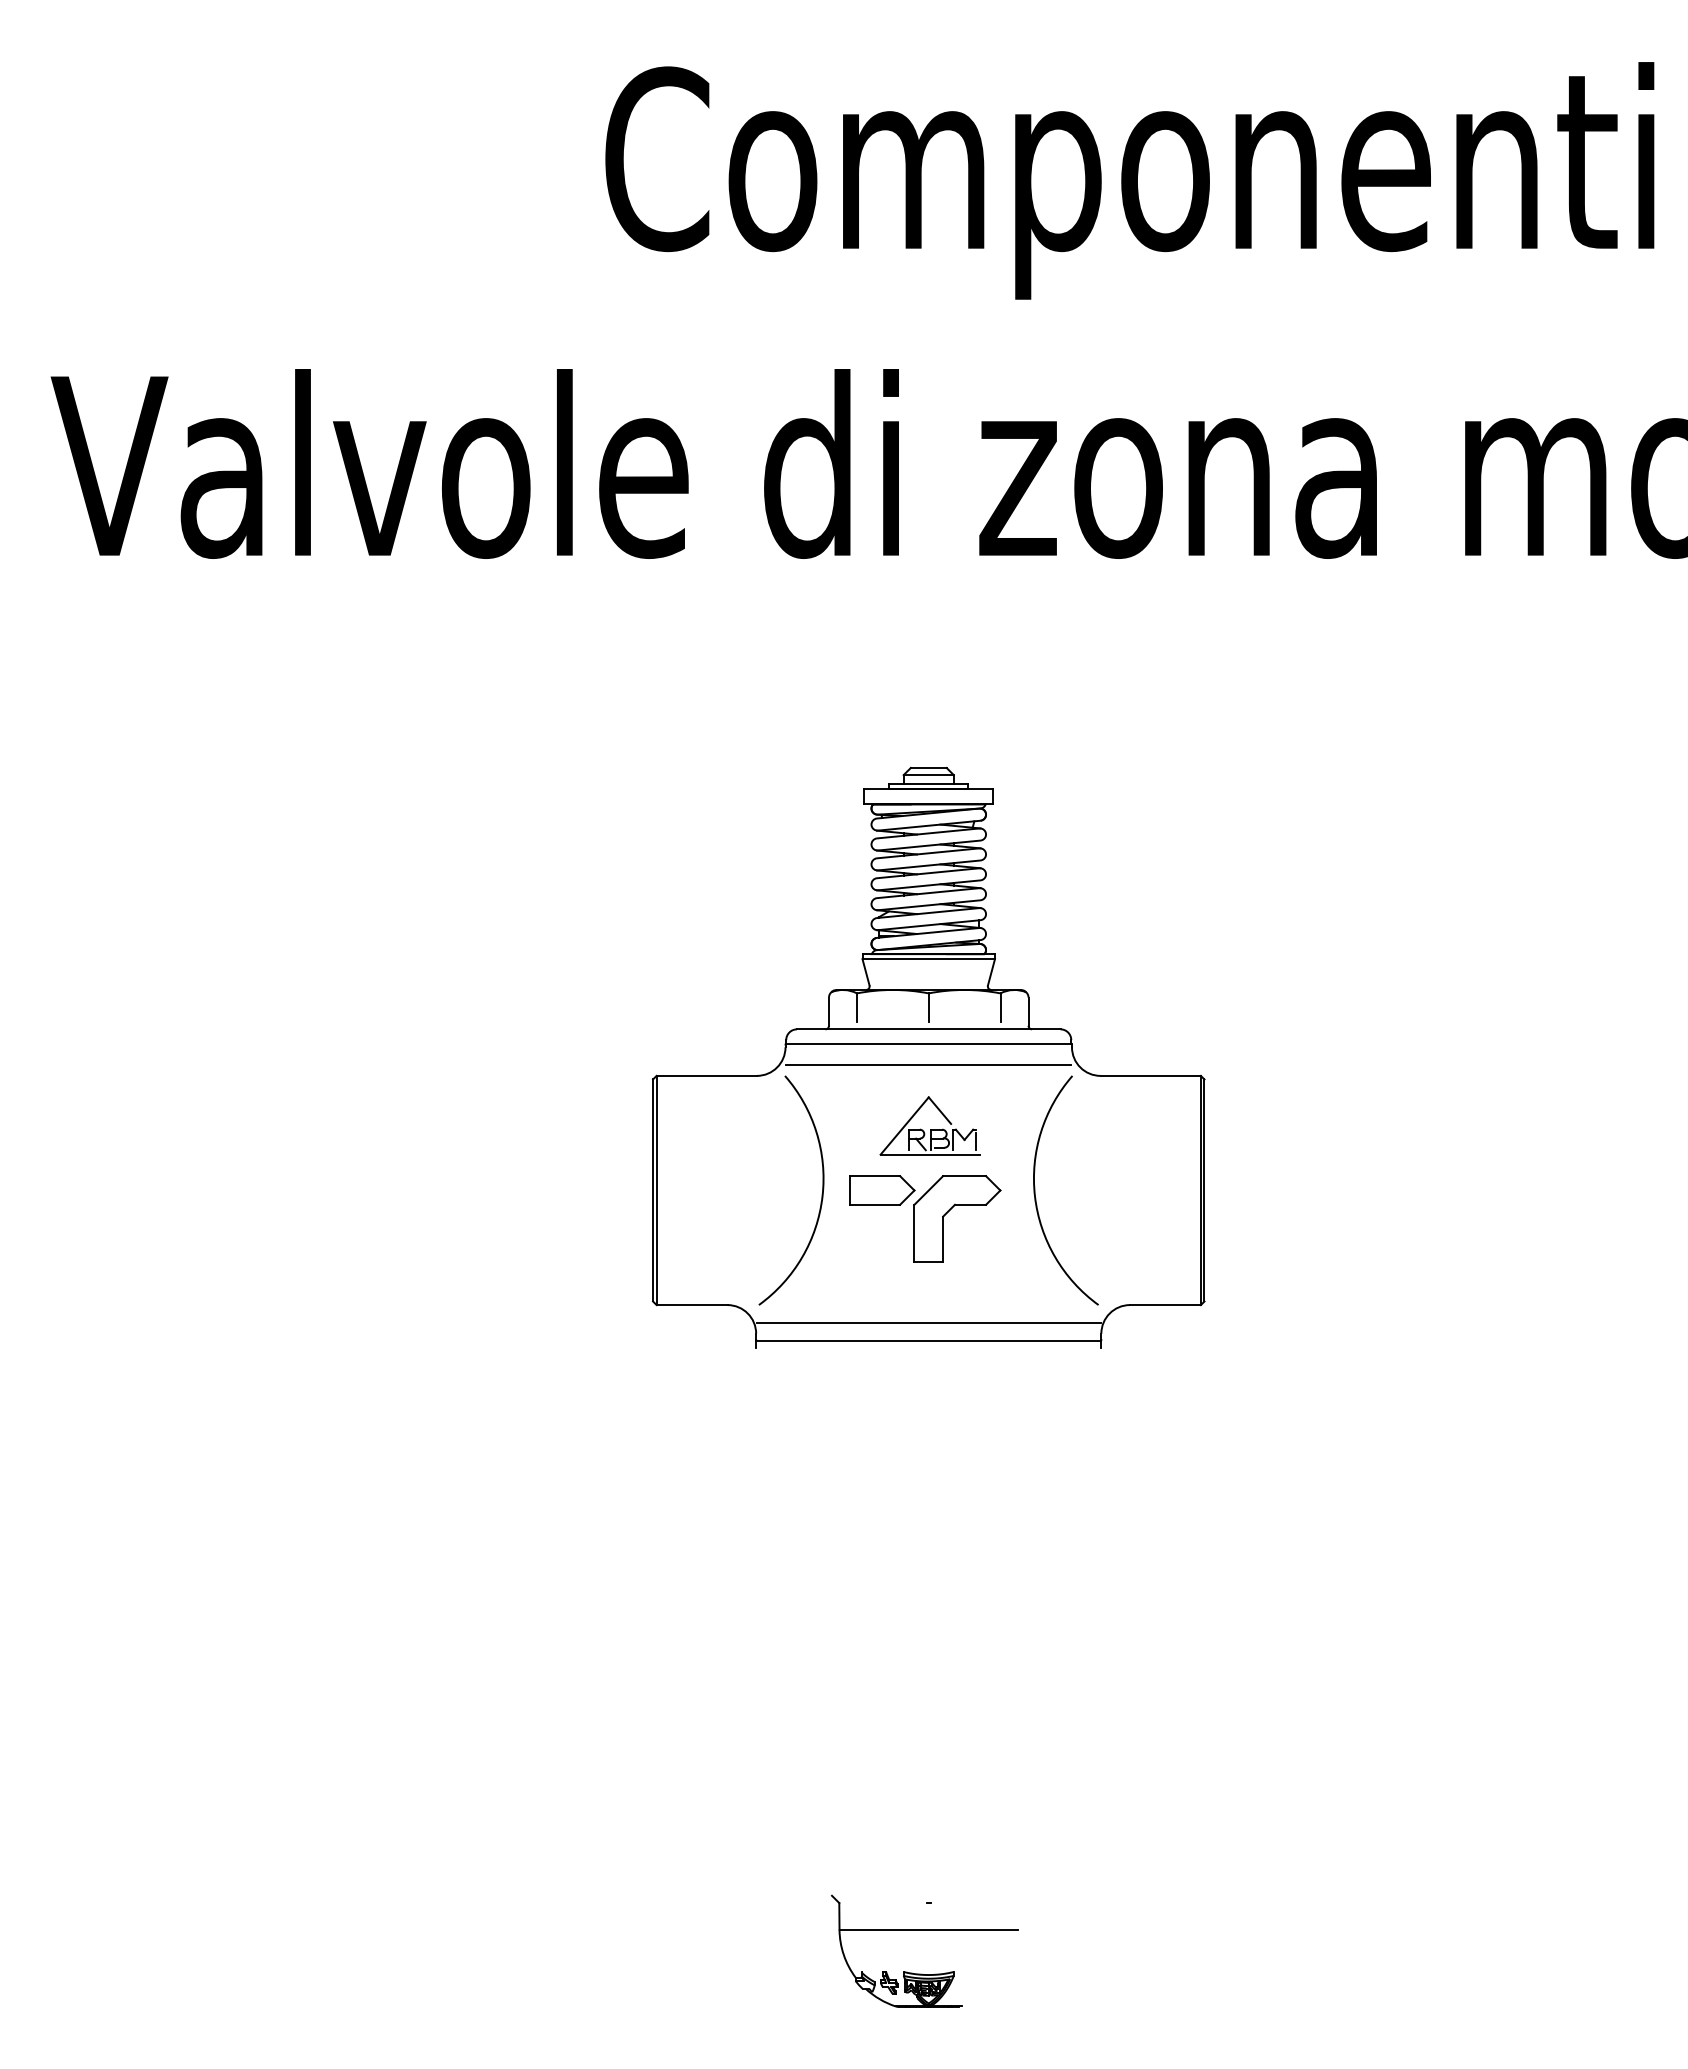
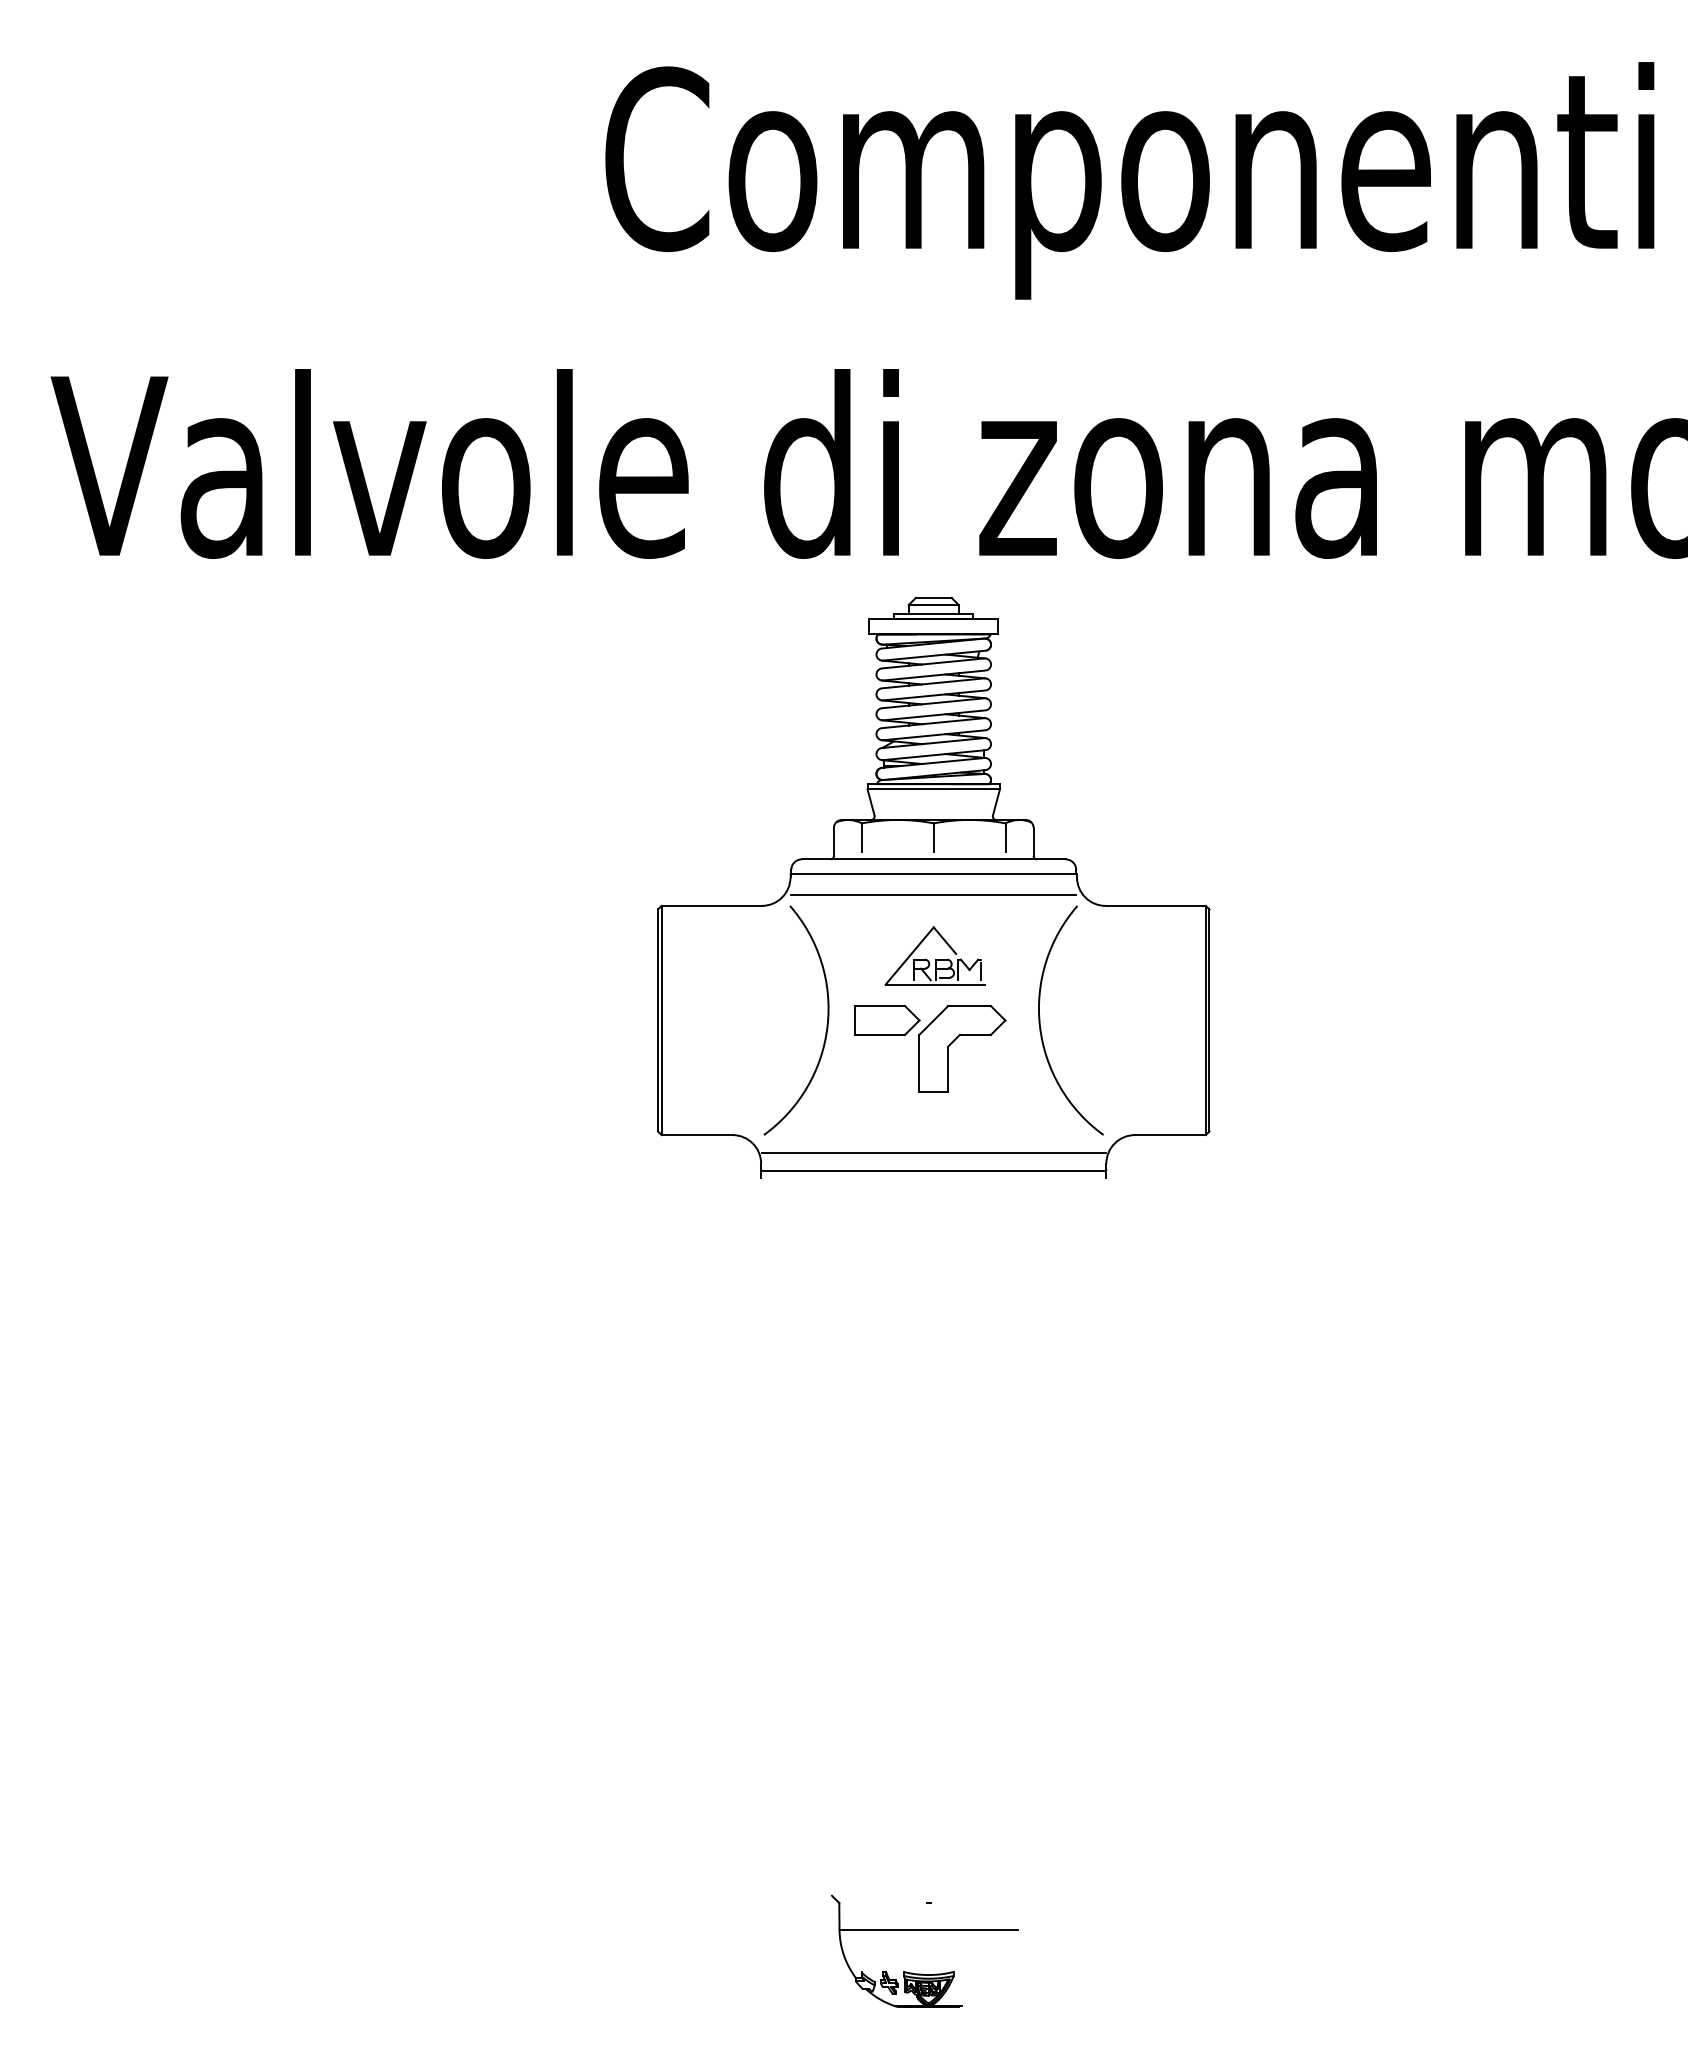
part at (928, 1057) position: (928, 1057) -> (933, 887)
